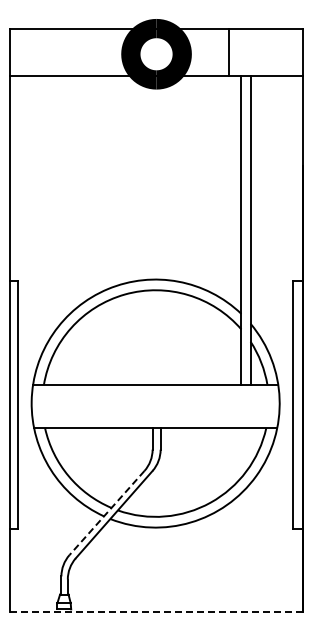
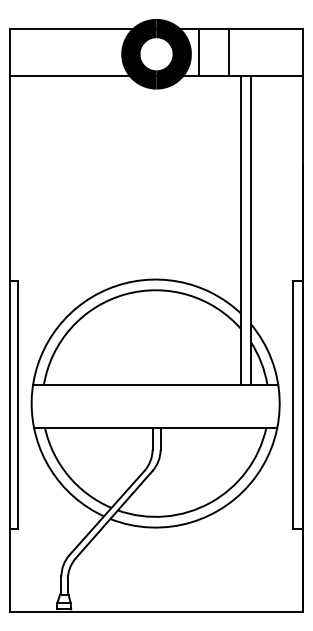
line at (198, 52): none -> present
line at (106, 513): dashed -> solid
line at (156, 612): dashed -> solid
